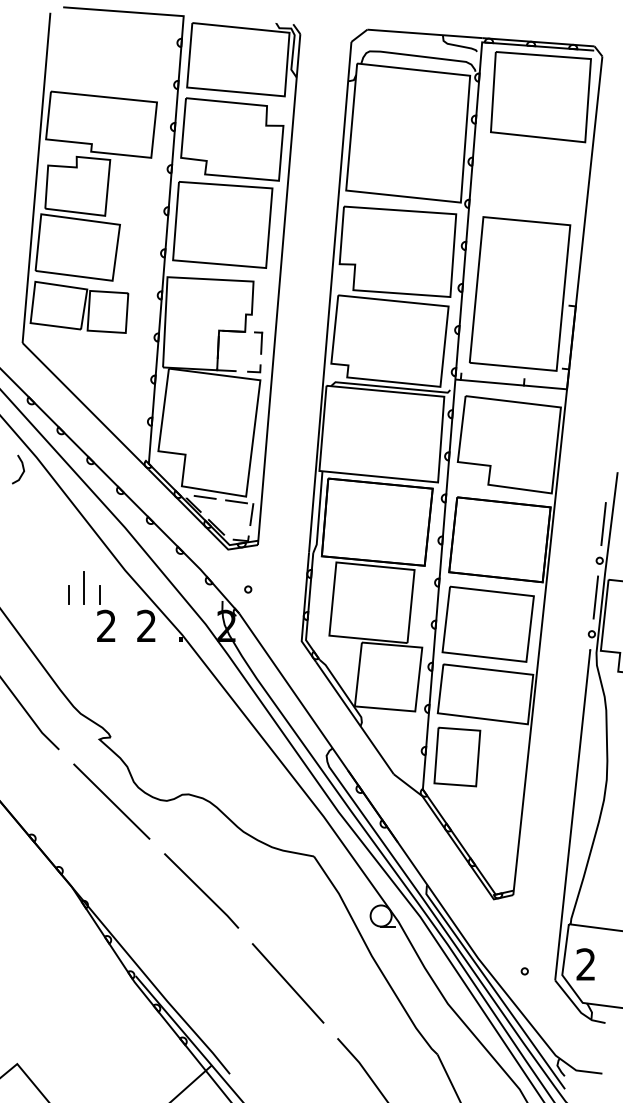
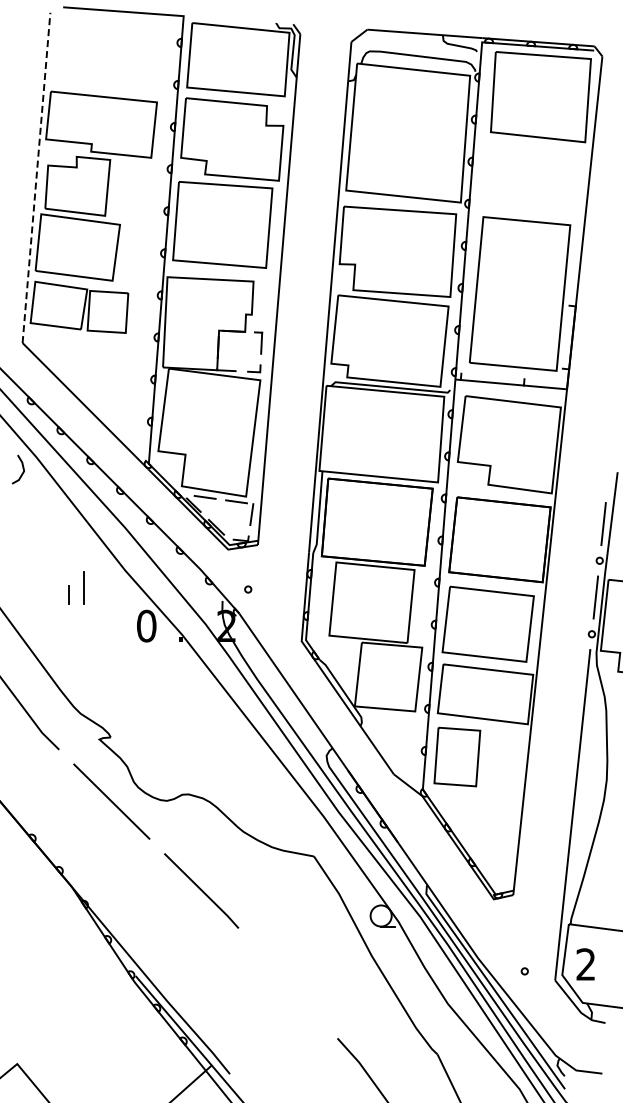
line at (36, 177): solid -> dashed
part at (106, 613): present -> none
text at (146, 625): 2 -> 0
line at (287, 983): present -> none
